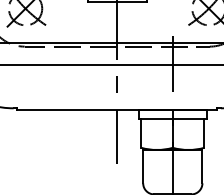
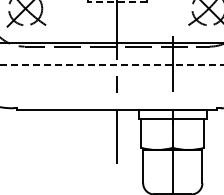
line at (117, 2): solid -> dashed
line at (111, 65): solid -> dashed
